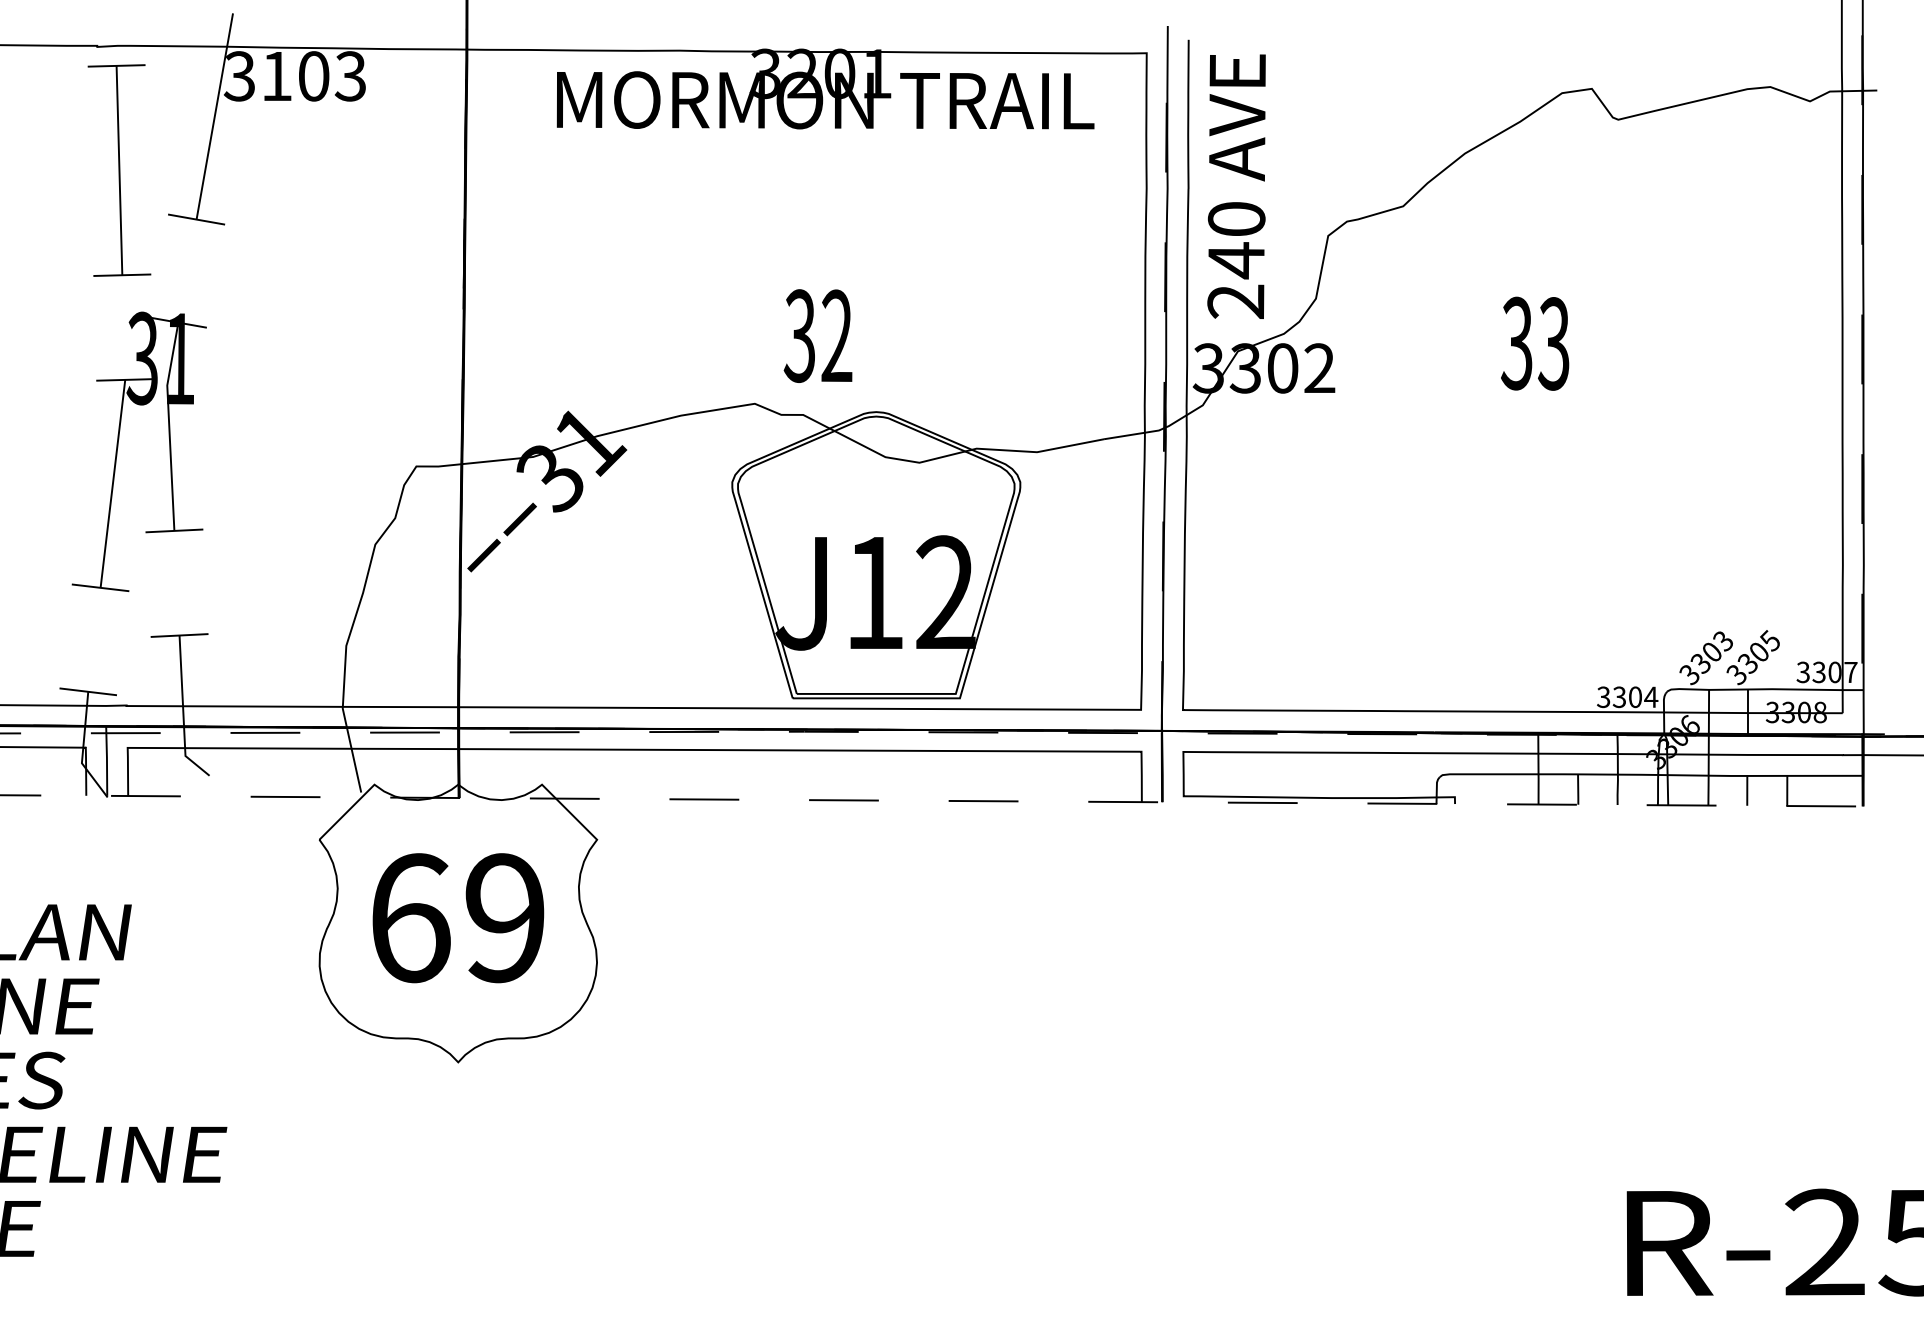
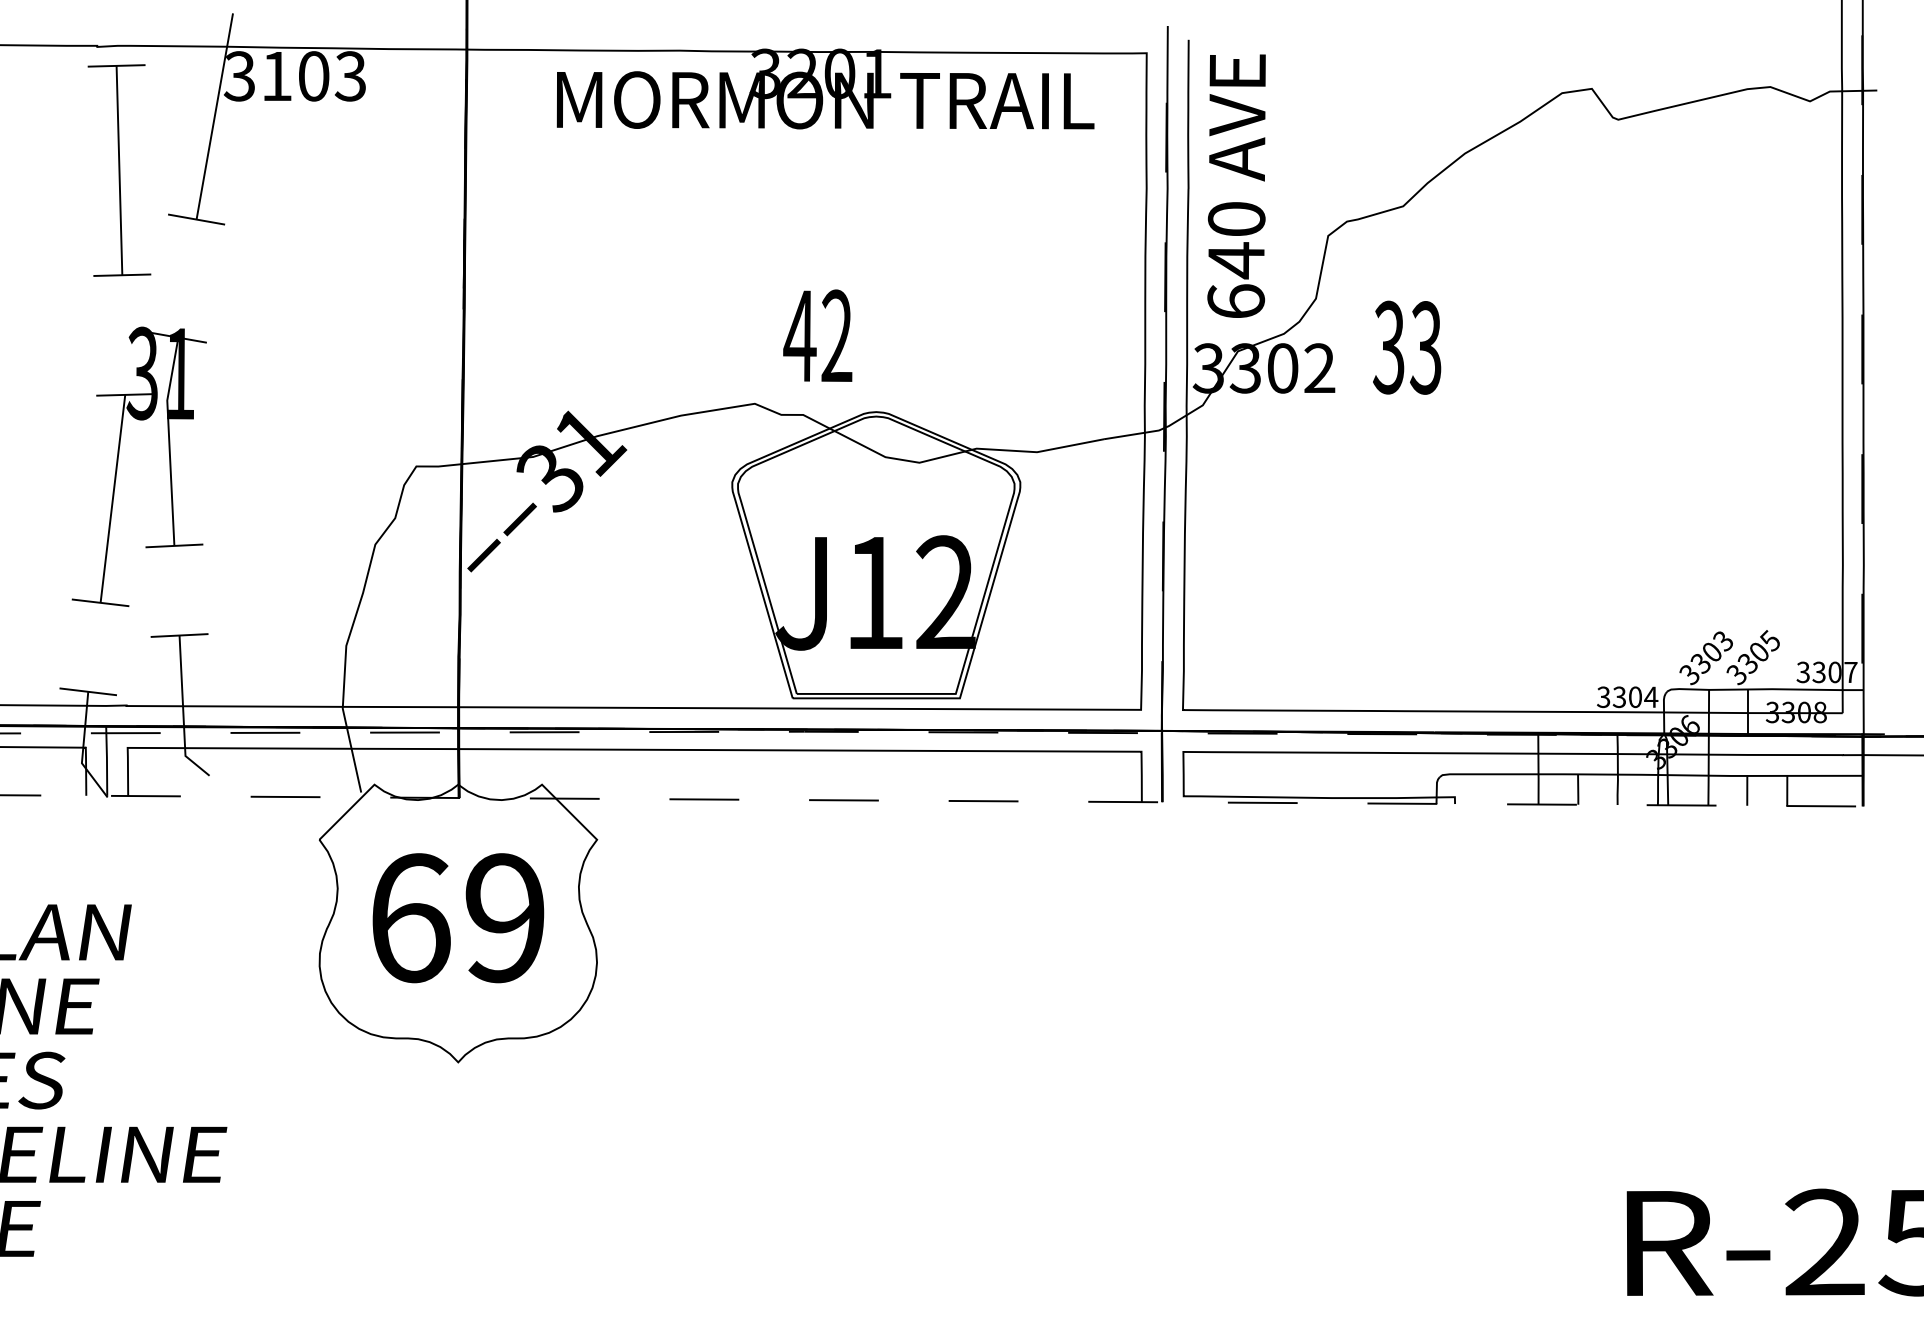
text at (1236, 301): 240 -> 640
text at (799, 335): 32 -> 42
text at (1535, 343) position: (1535, 343) -> (1407, 347)
part at (118, 447) position: (118, 447) -> (118, 462)
